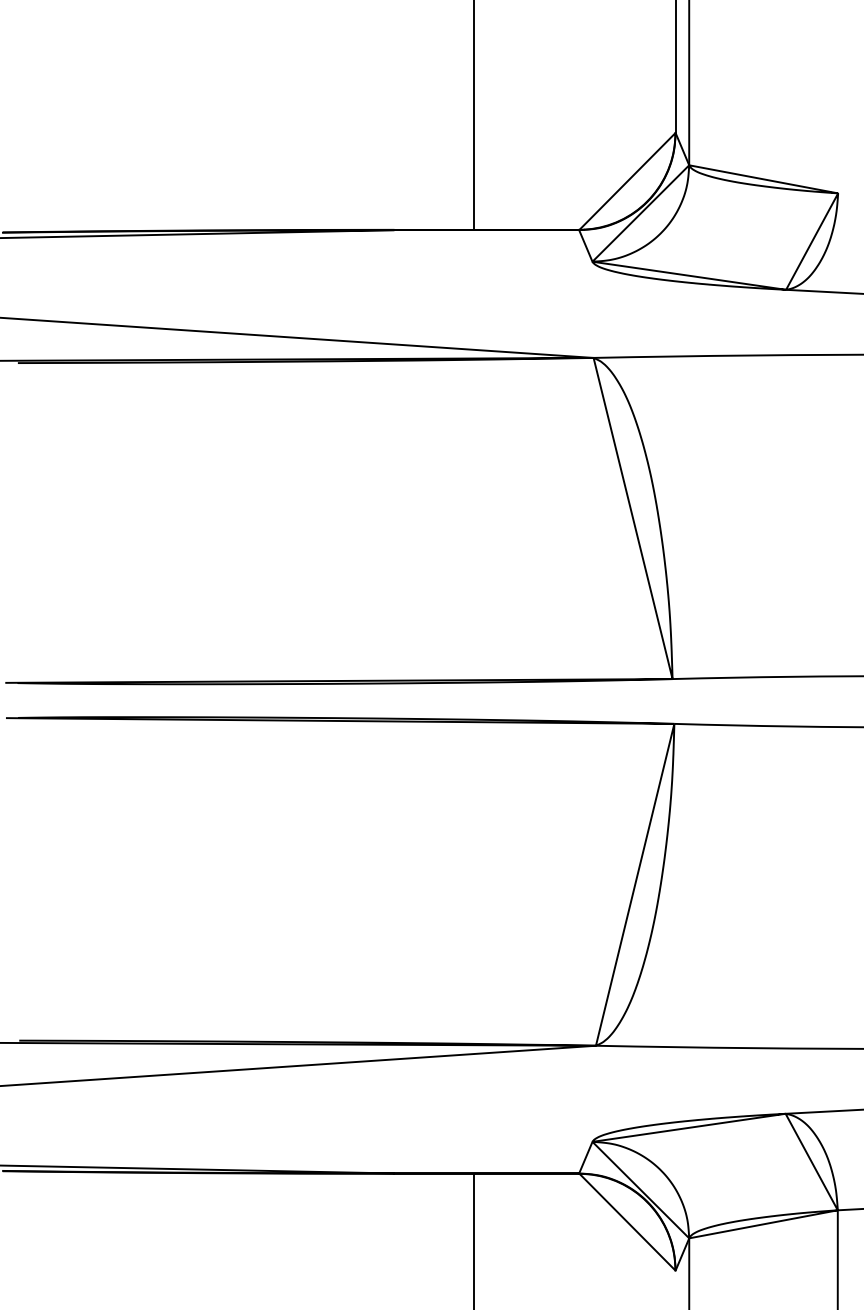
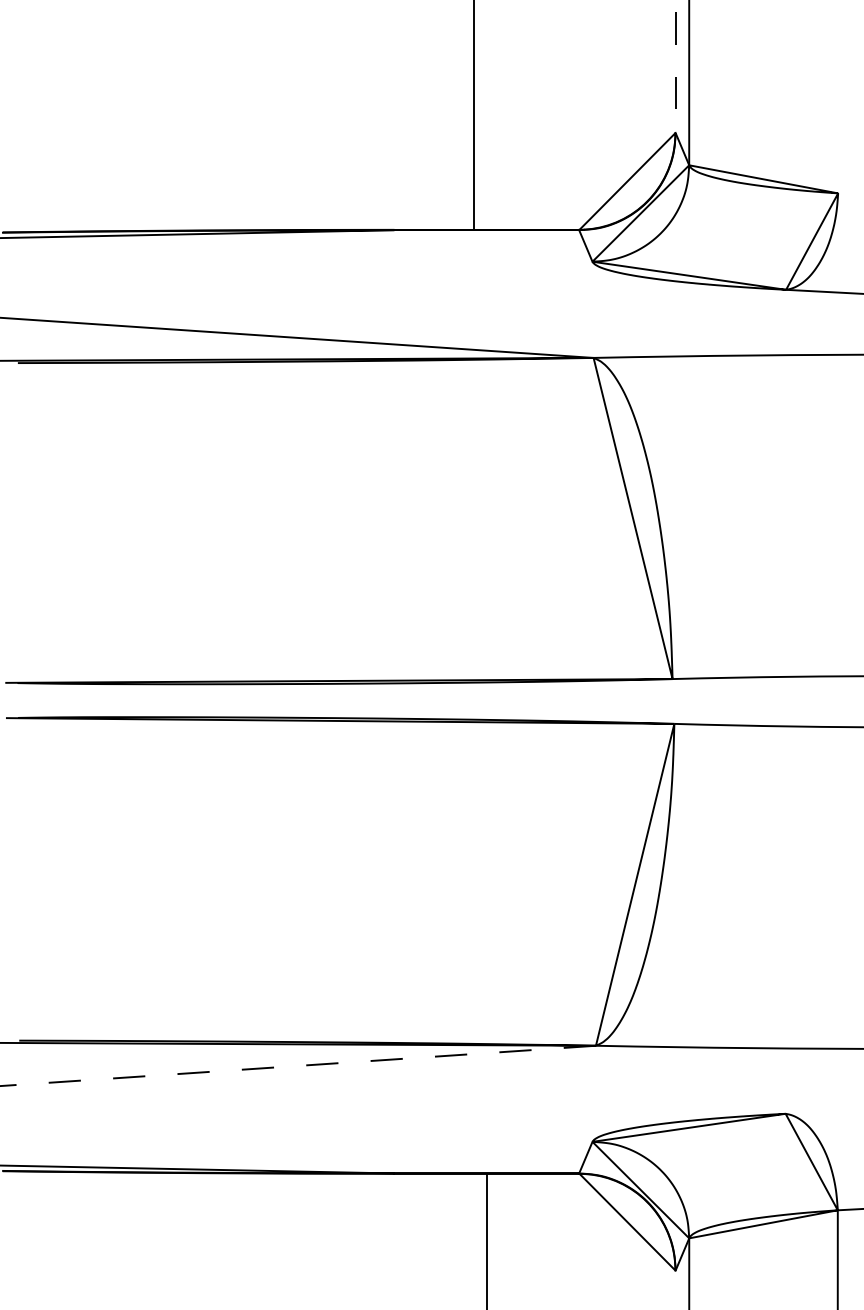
line at (675, 66): solid -> dashed
line at (297, 1065): solid -> dashed
line at (822, 1111): present -> none
line at (474, 1239) position: (474, 1239) -> (487, 1239)
